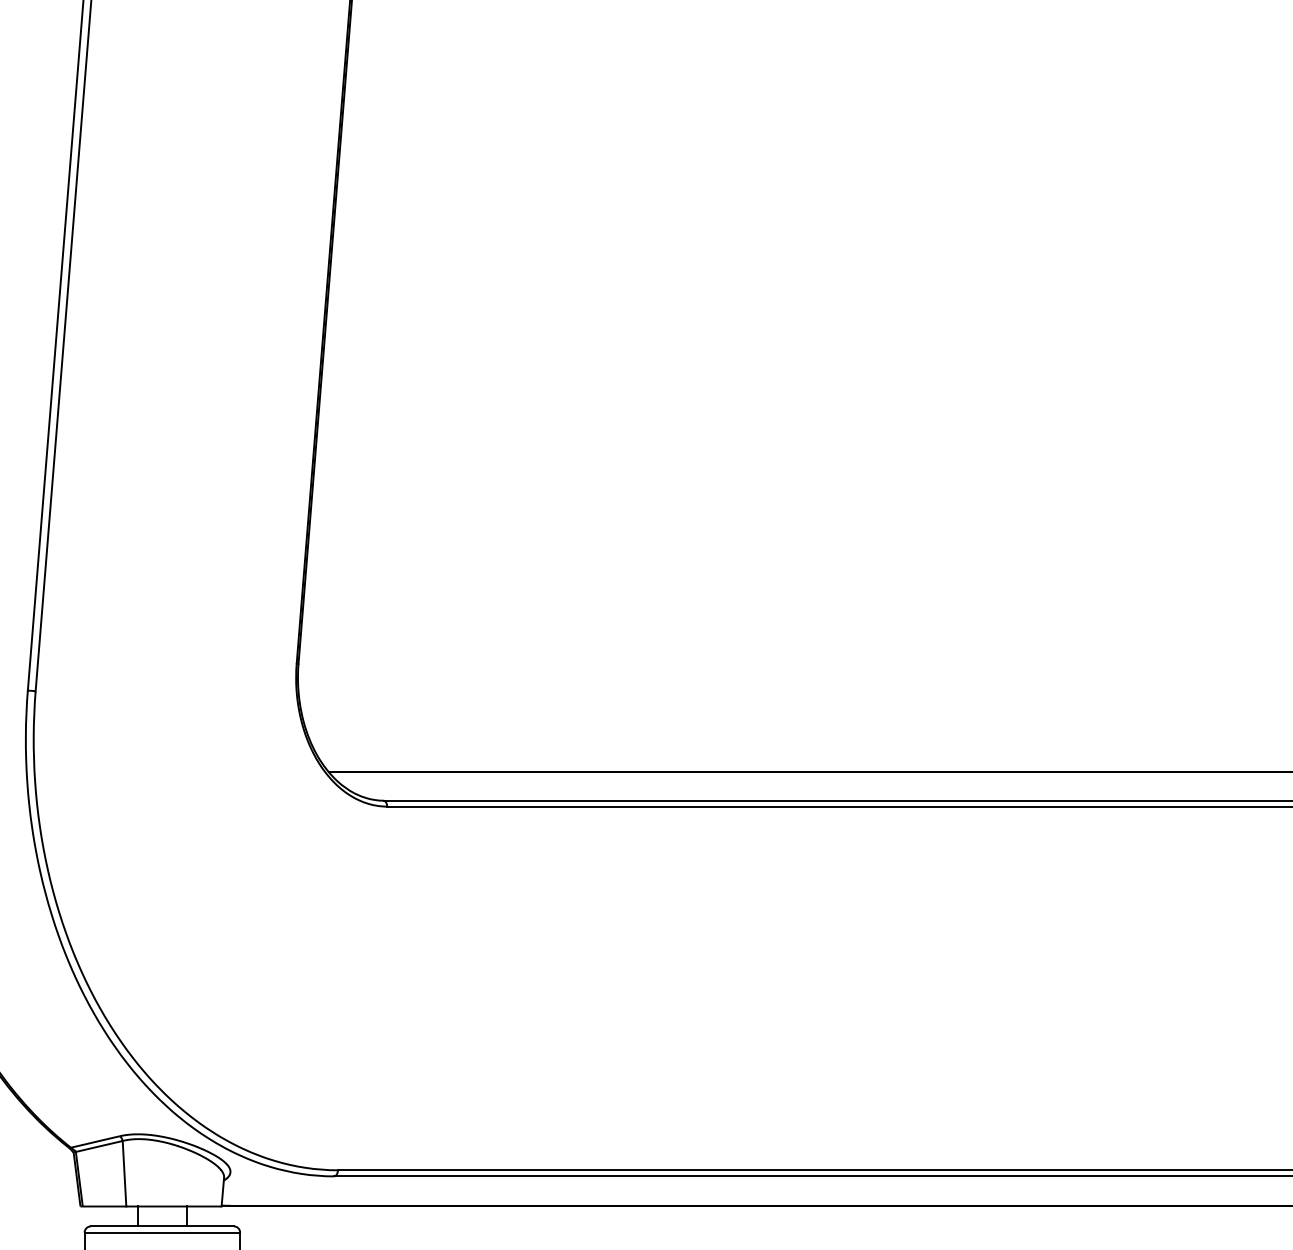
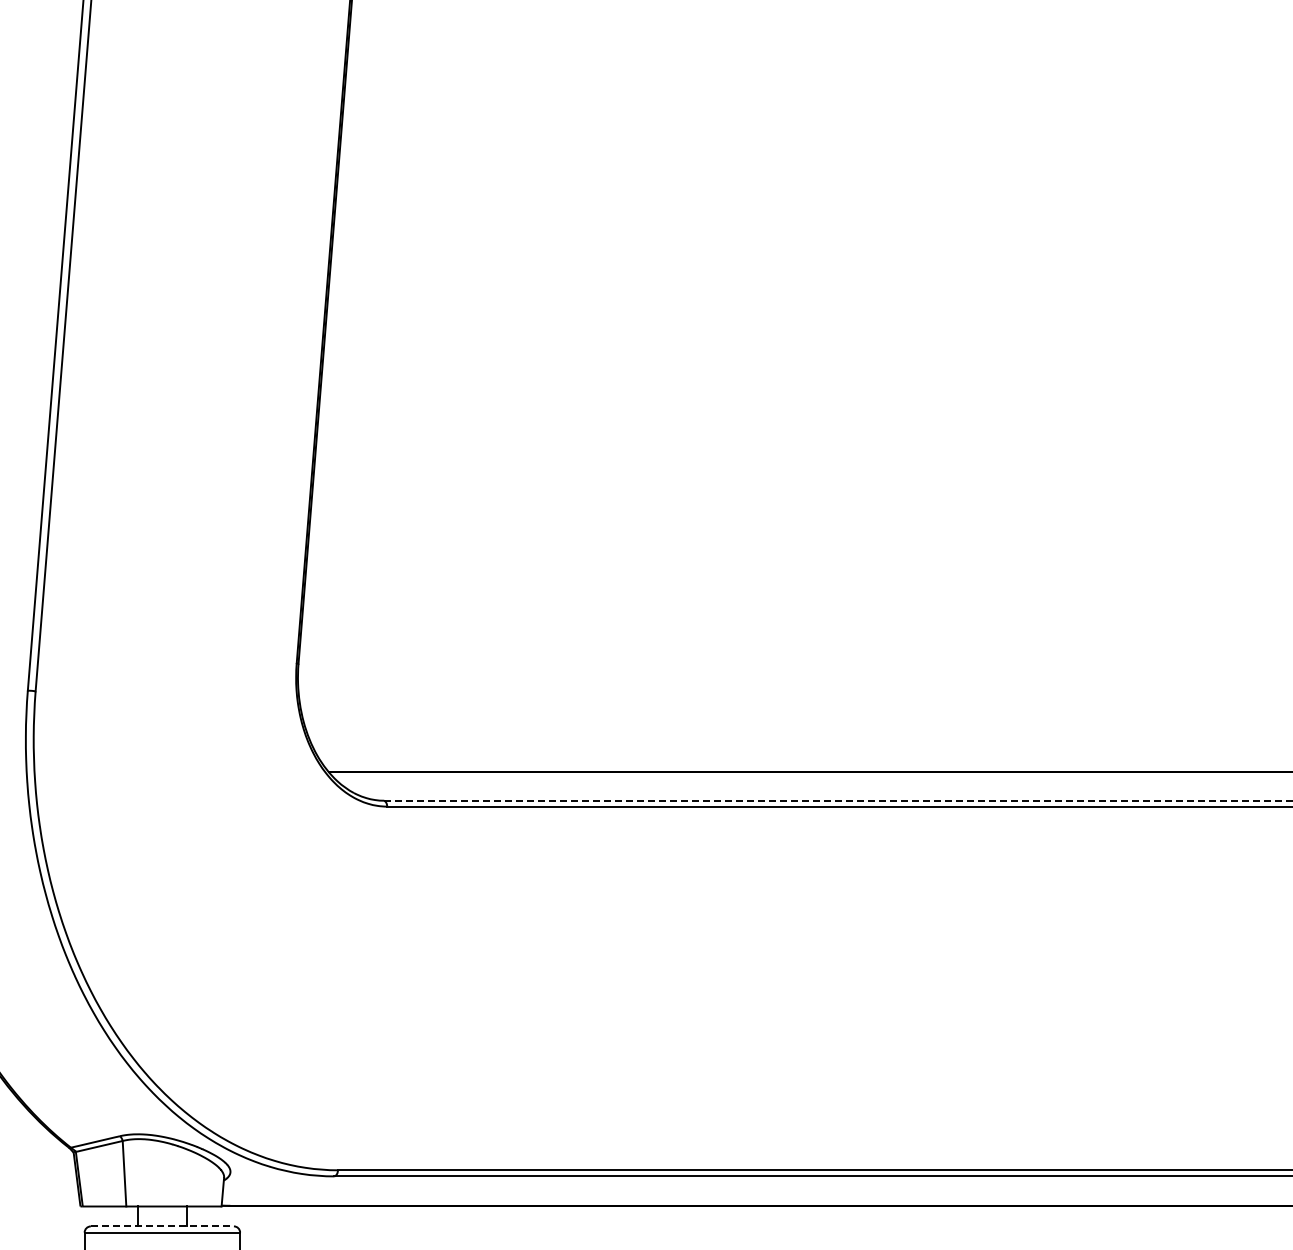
line at (839, 800): solid -> dashed
line at (162, 1226): solid -> dashed
